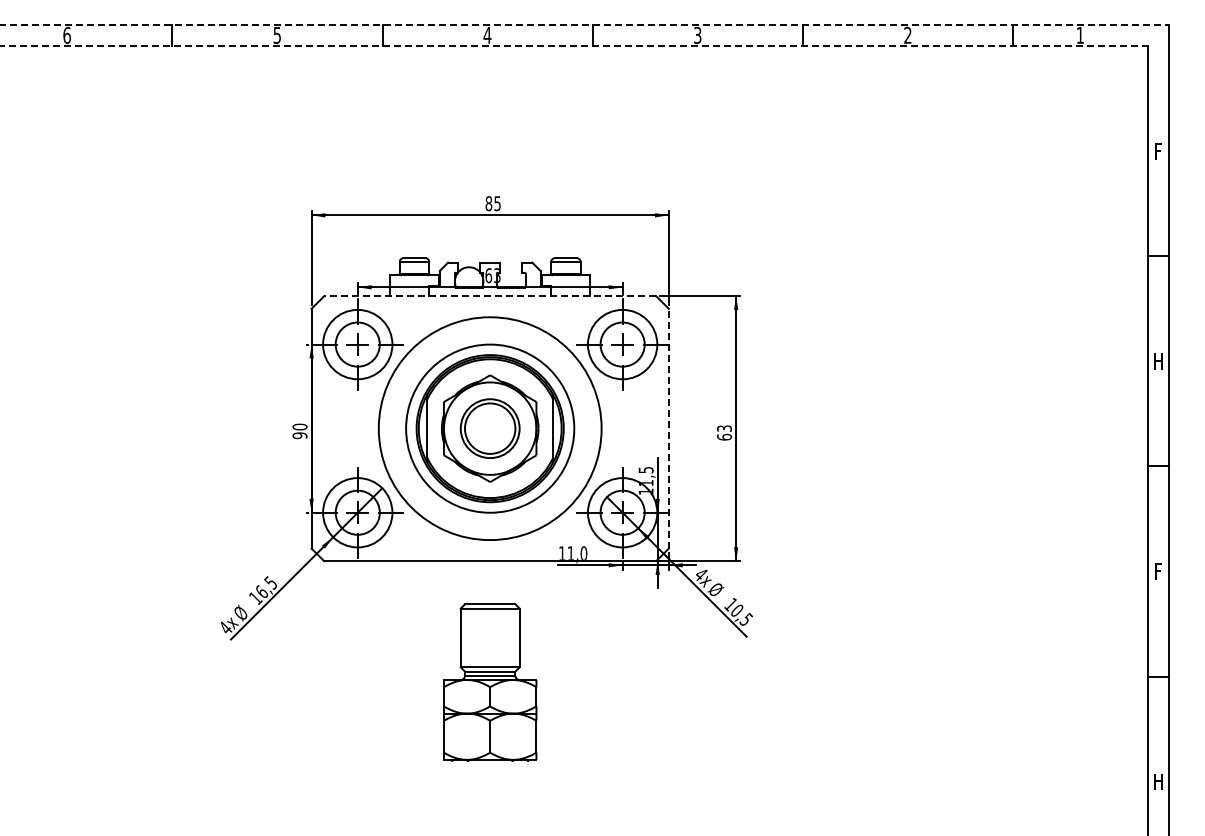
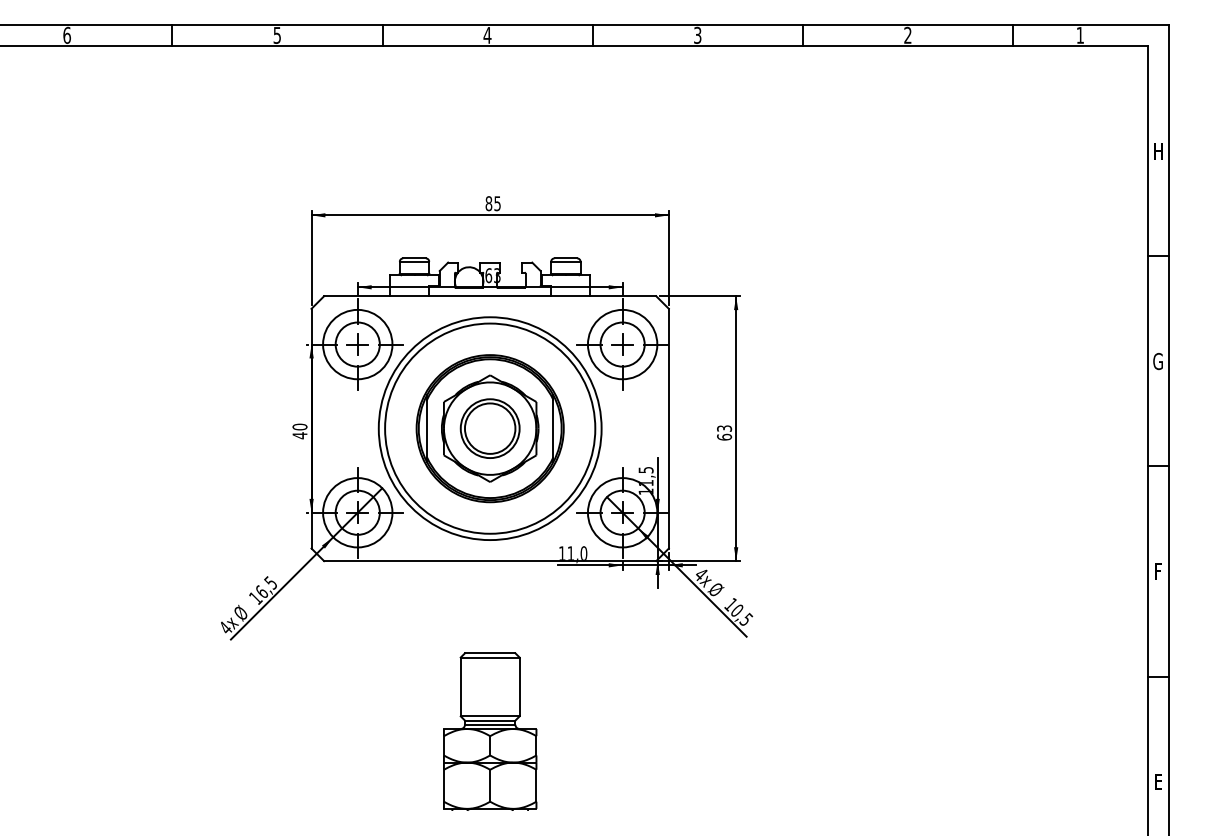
line at (585, 25): dashed -> solid
line at (574, 46): dashed -> solid
text at (1158, 151): F -> H
line at (489, 296): dashed -> solid
text at (1157, 361): H -> G
circle at (490, 428) diameter: 168 px -> 210 px
line at (668, 428): dashed -> solid
text at (299, 435): 90 -> 40
part at (490, 682) position: (490, 682) -> (490, 731)
text at (1158, 781): H -> E
